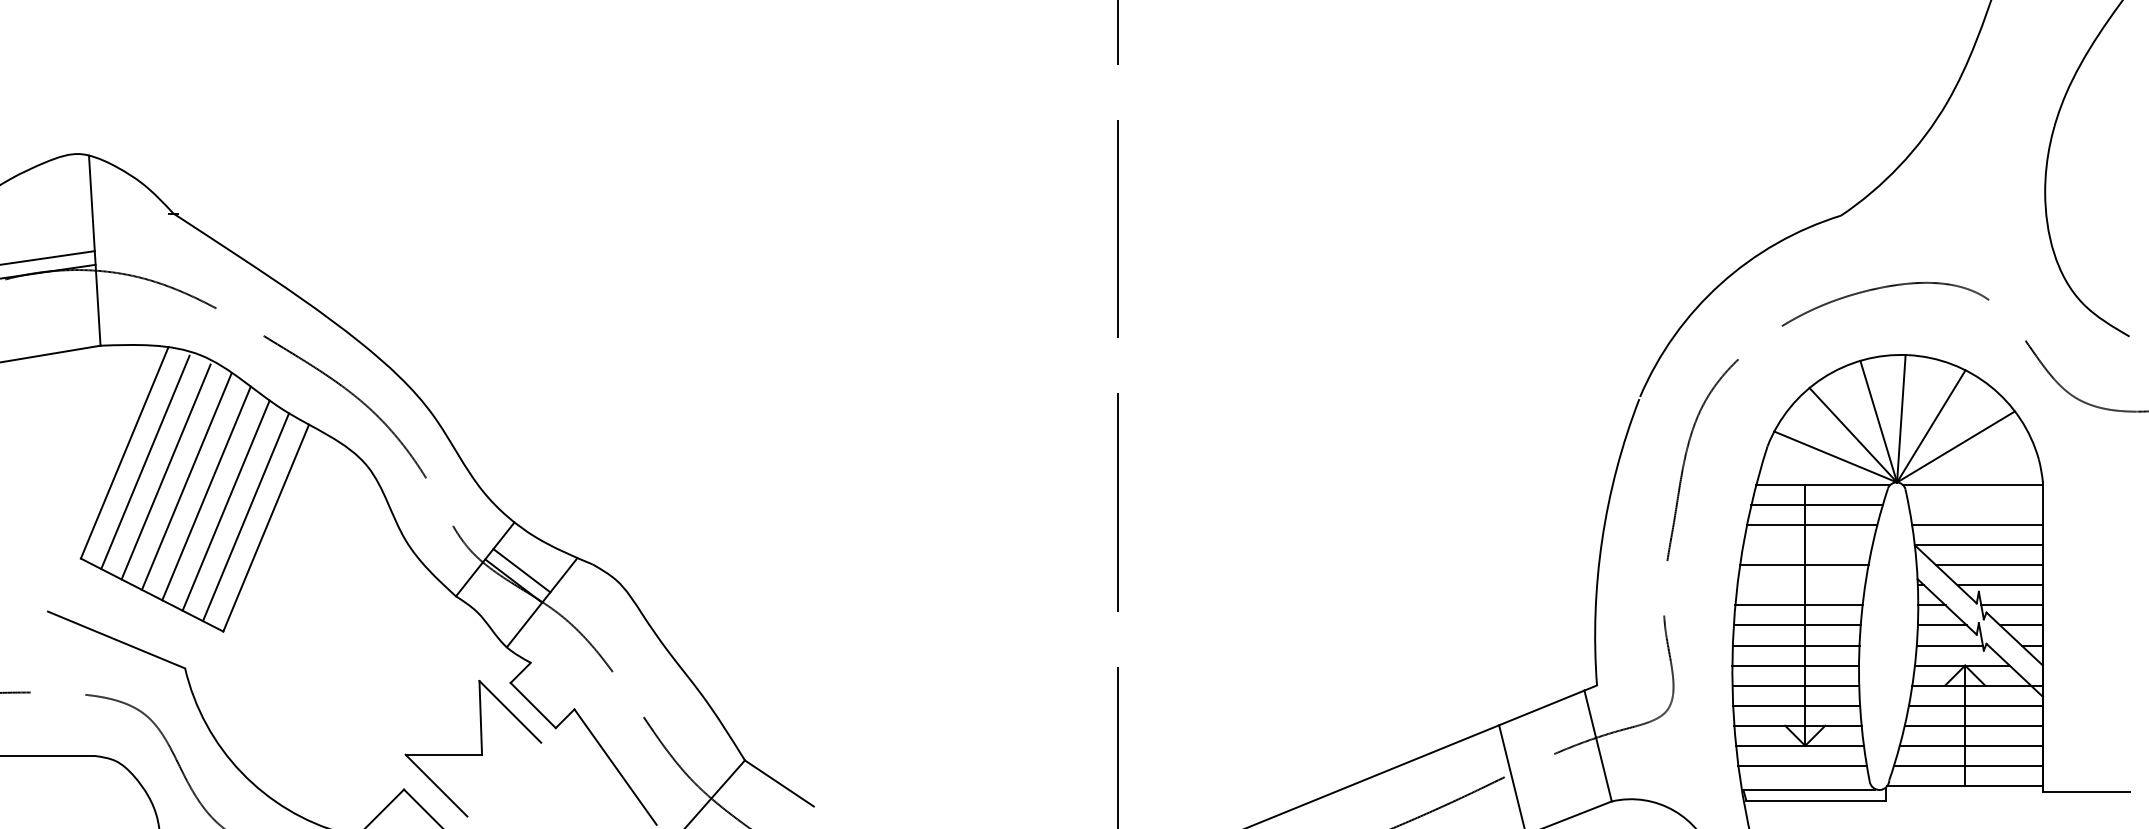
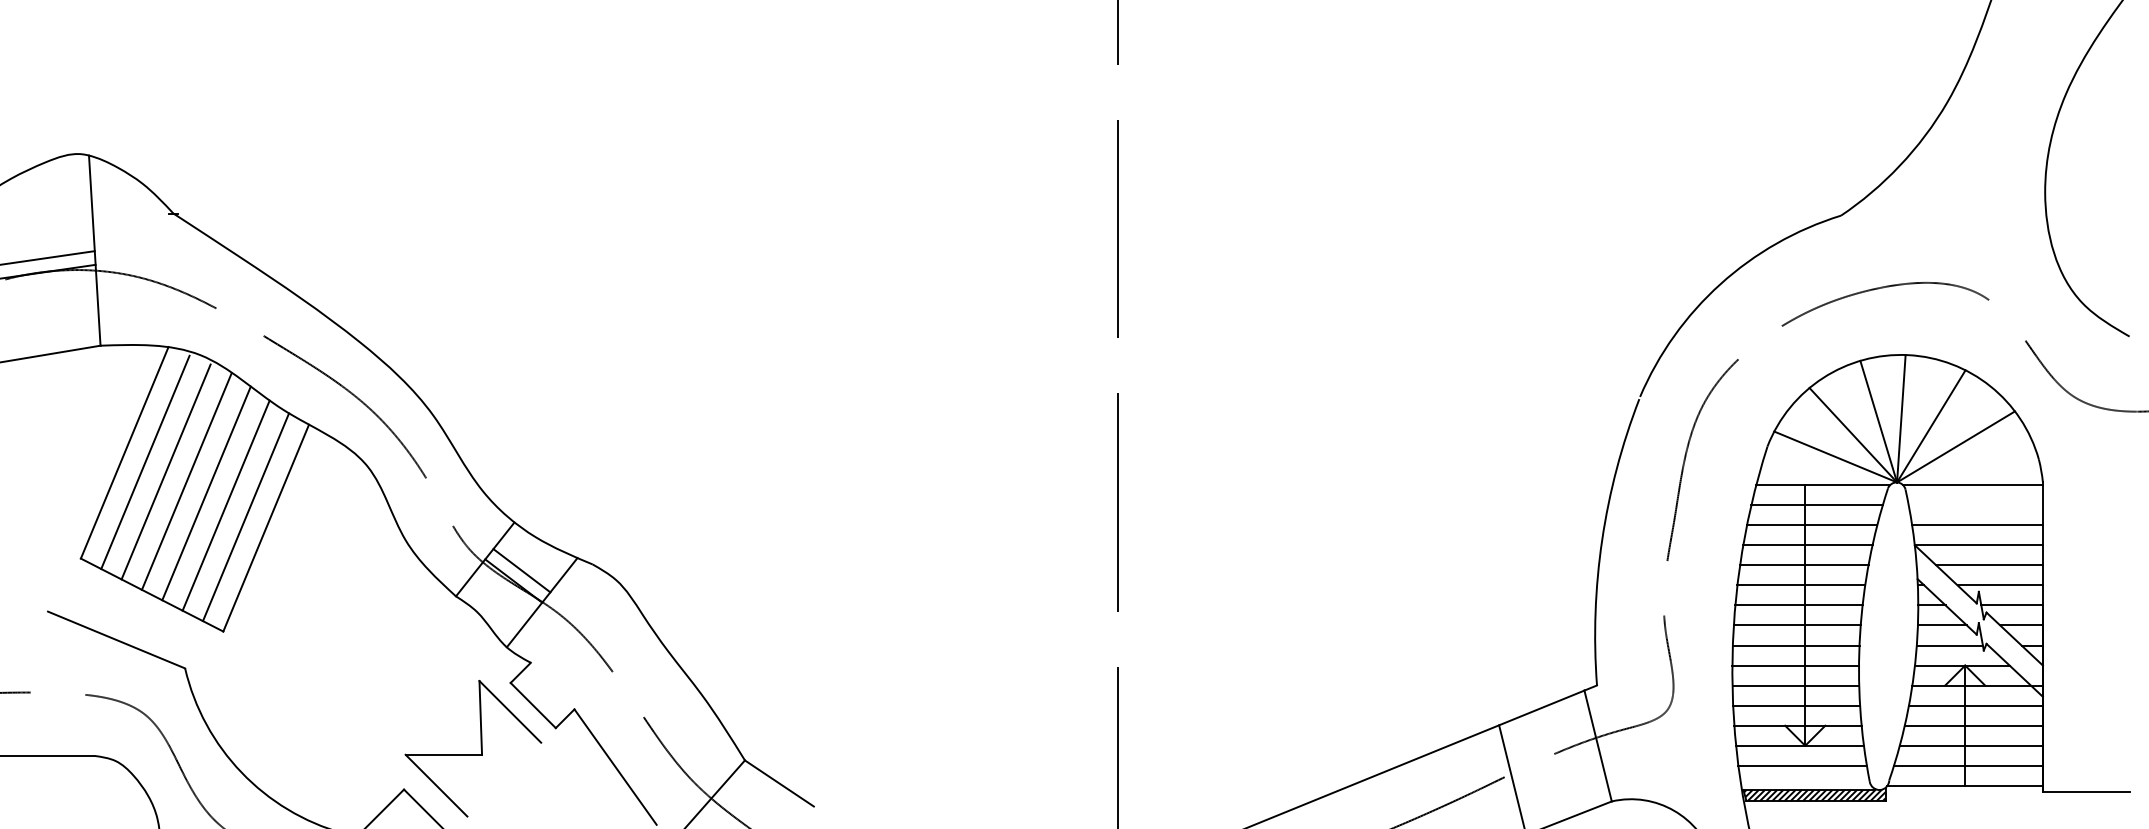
line at (1807, 545): none -> present
line at (1801, 585): none -> present
hatch at (1814, 794): none -> present
